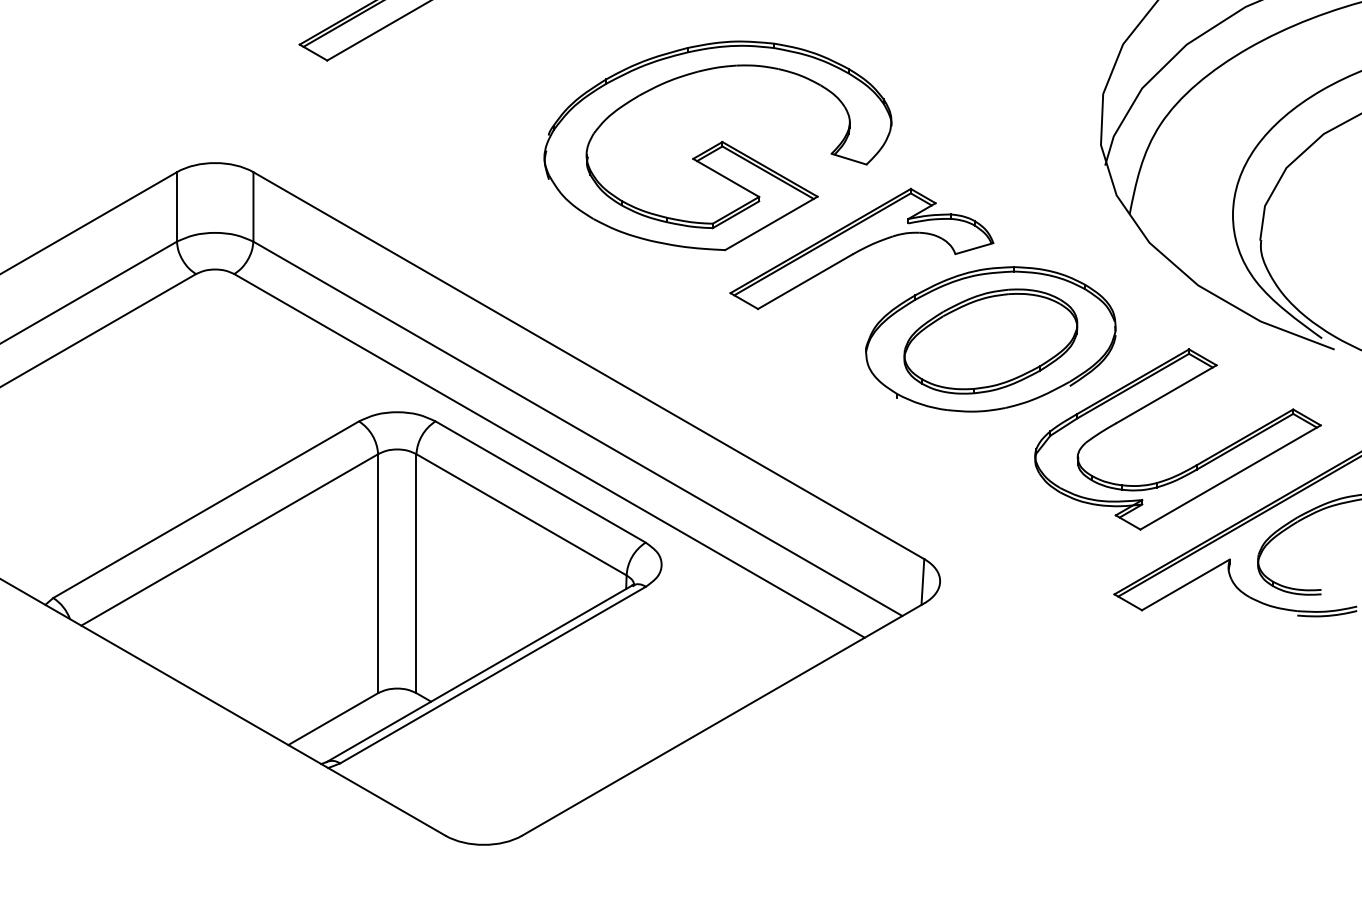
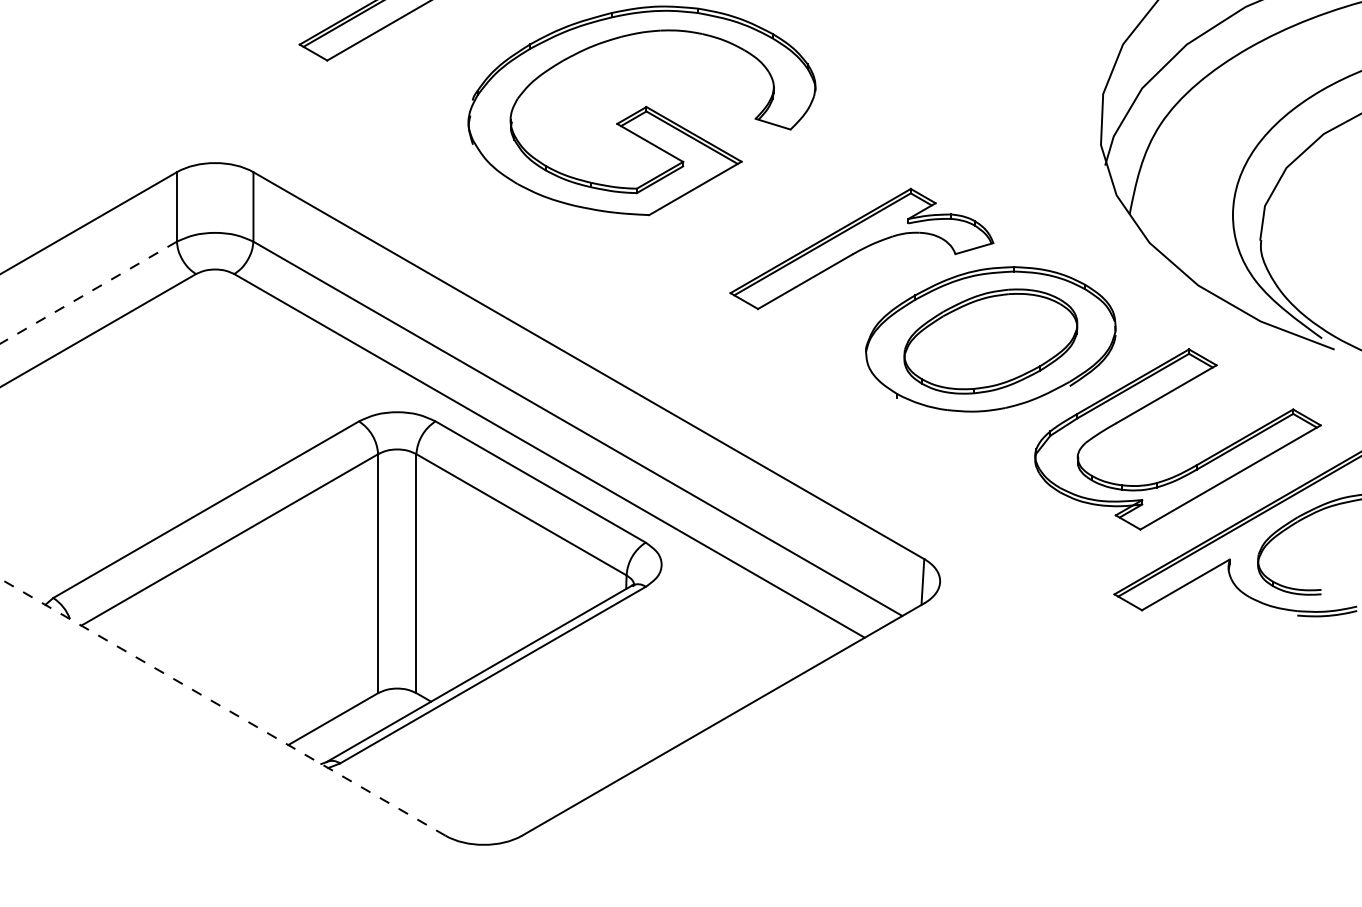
part at (717, 145) position: (717, 145) -> (641, 110)
line at (88, 292): solid -> dashed
line at (223, 707): solid -> dashed
